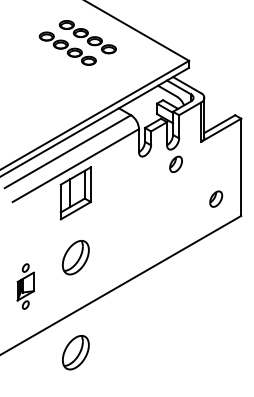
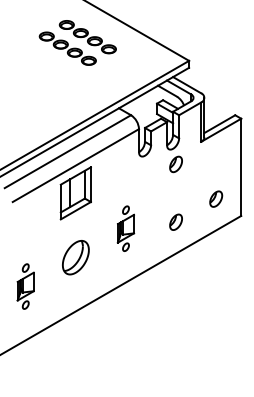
part at (175, 221): none -> present
part at (125, 228): none -> present
part at (75, 352): present -> none
